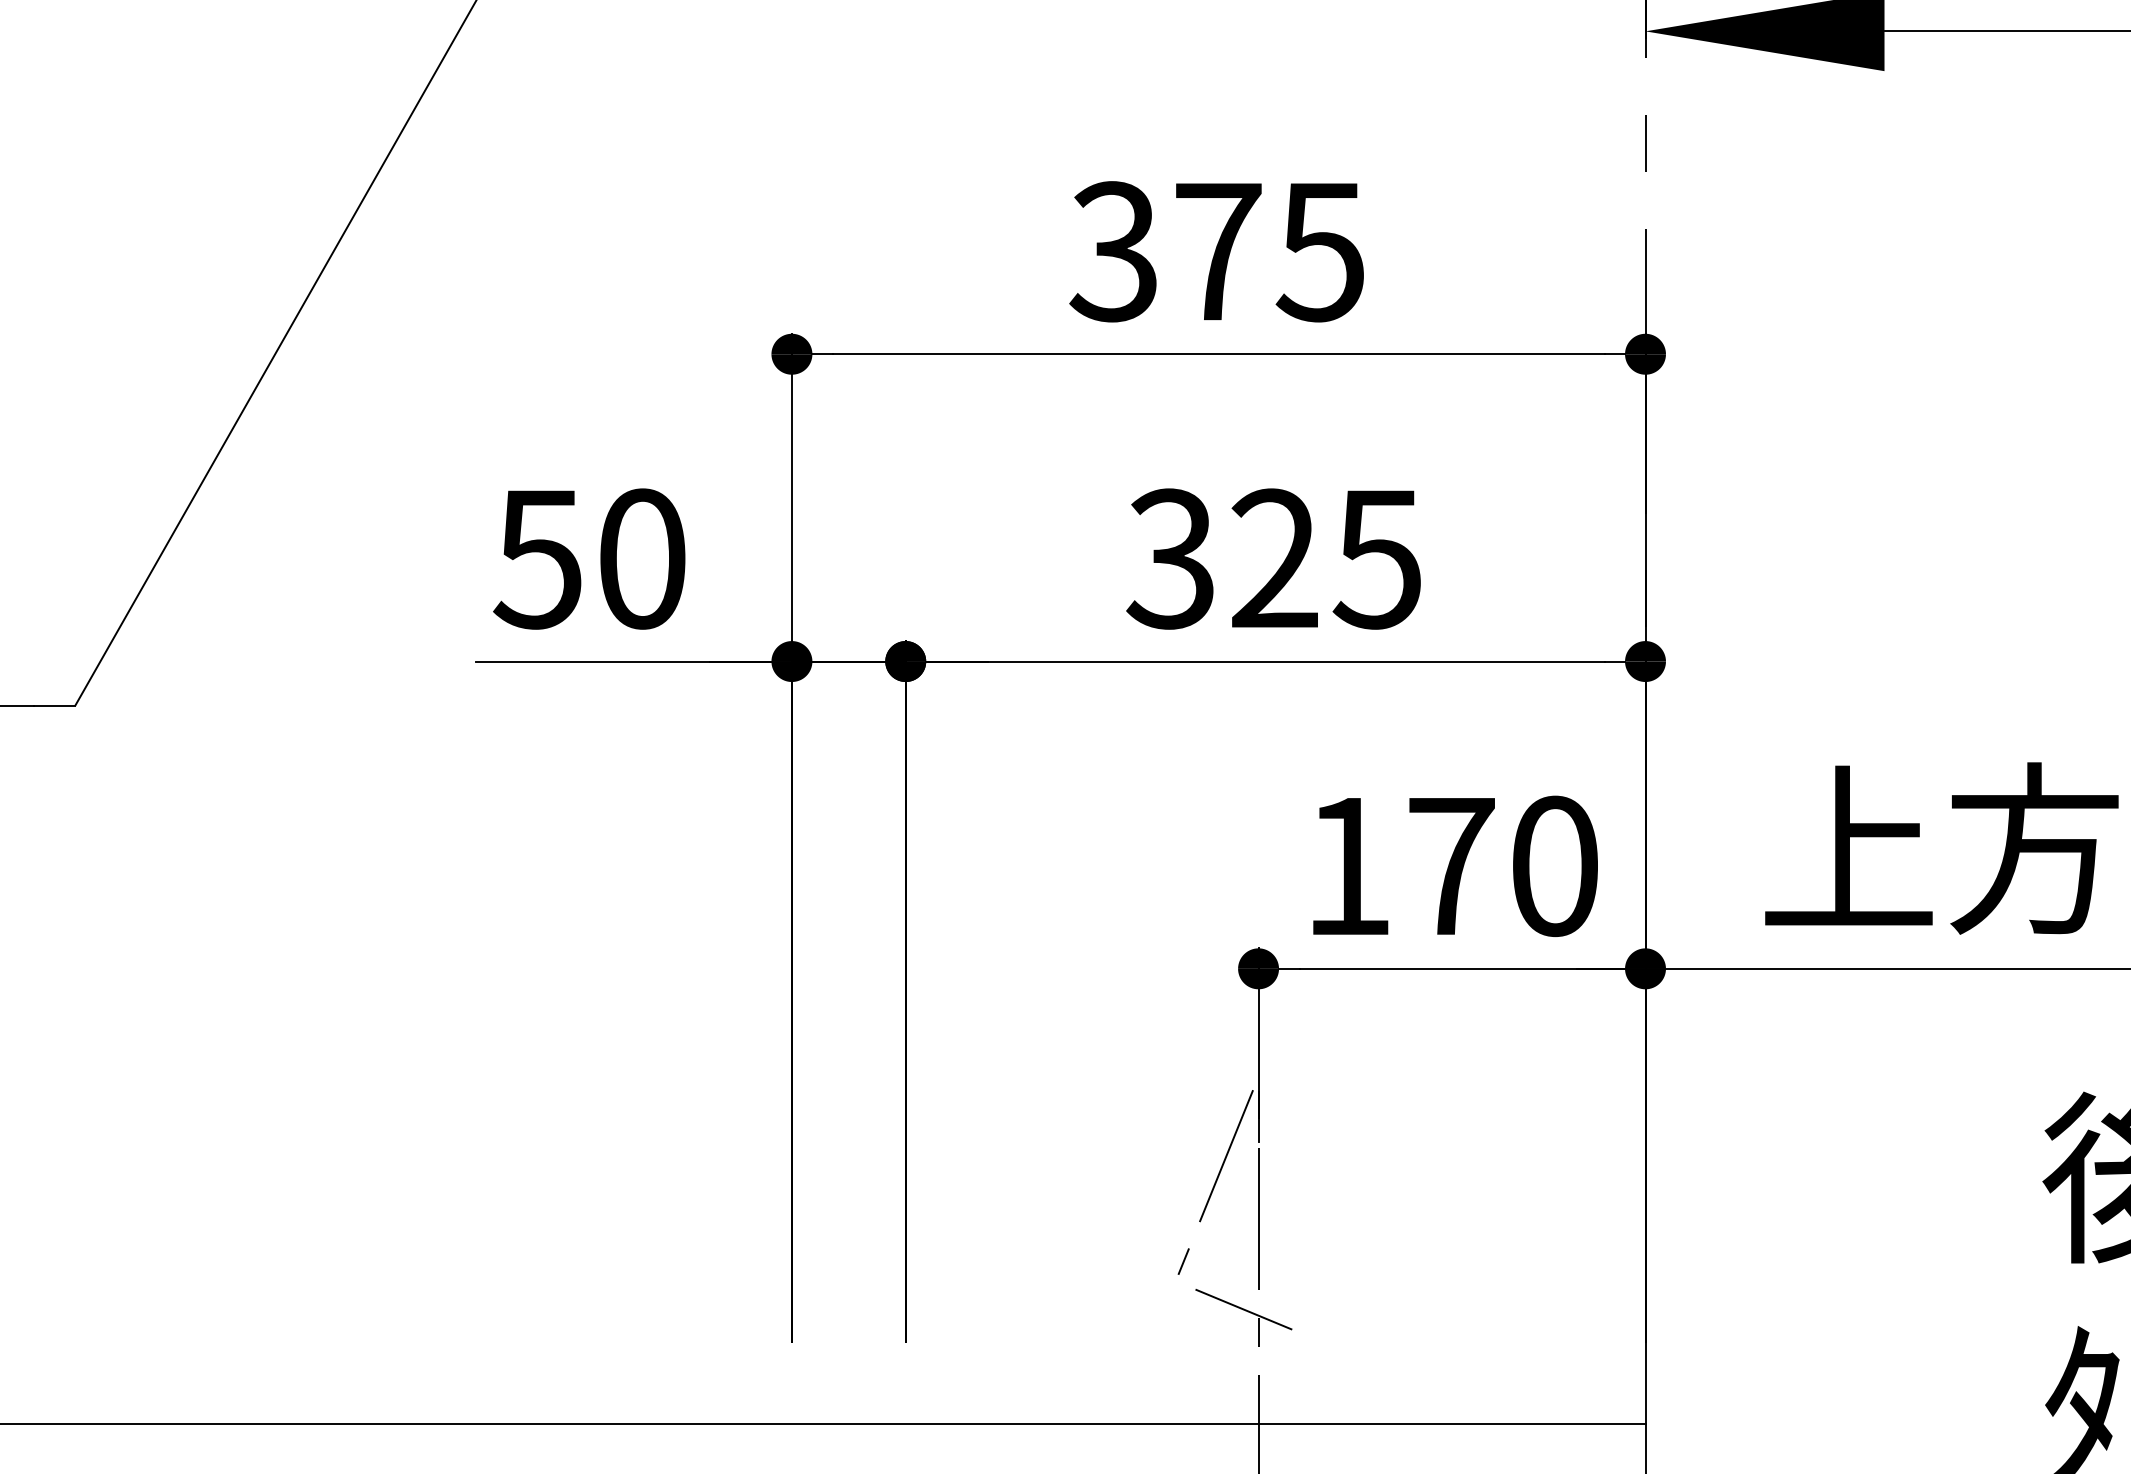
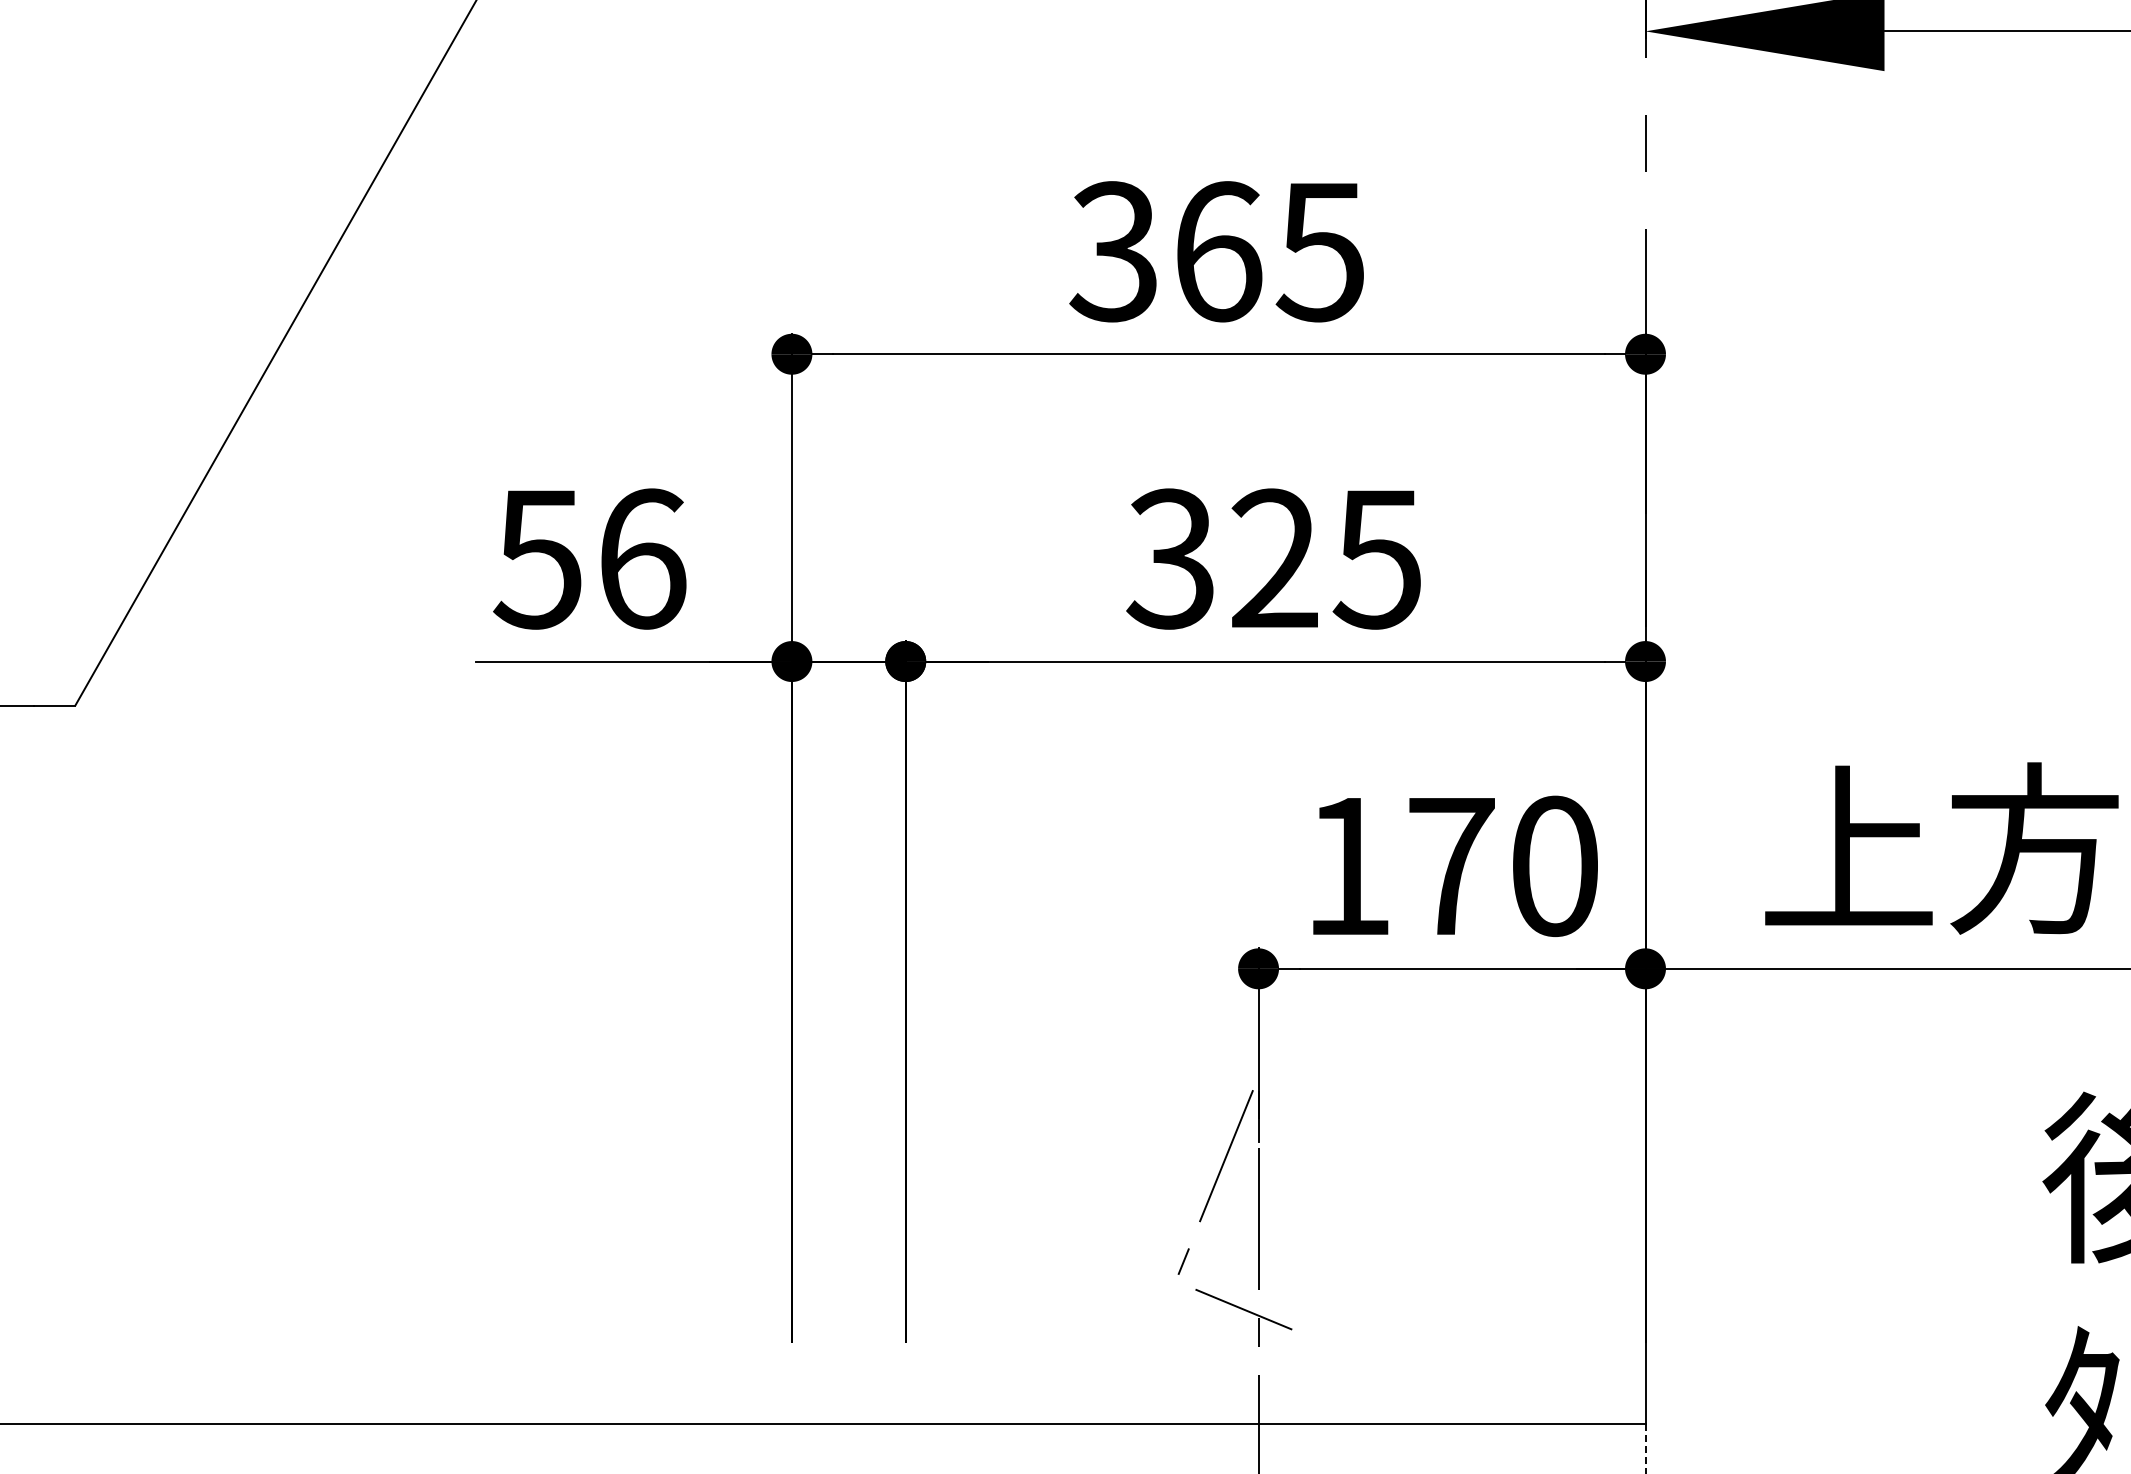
text at (1219, 251): 375 -> 365
text at (643, 558): 50 -> 56
line at (1645, 1448): solid -> dashed
